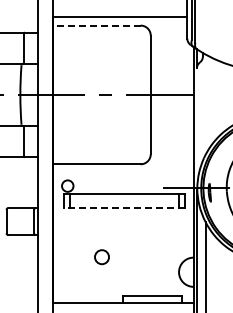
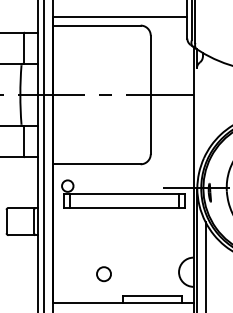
line at (96, 25): dashed -> solid
line at (43, 155): none -> present
line at (124, 208): dashed -> solid
circle at (101, 257) position: (101, 257) -> (103, 274)
